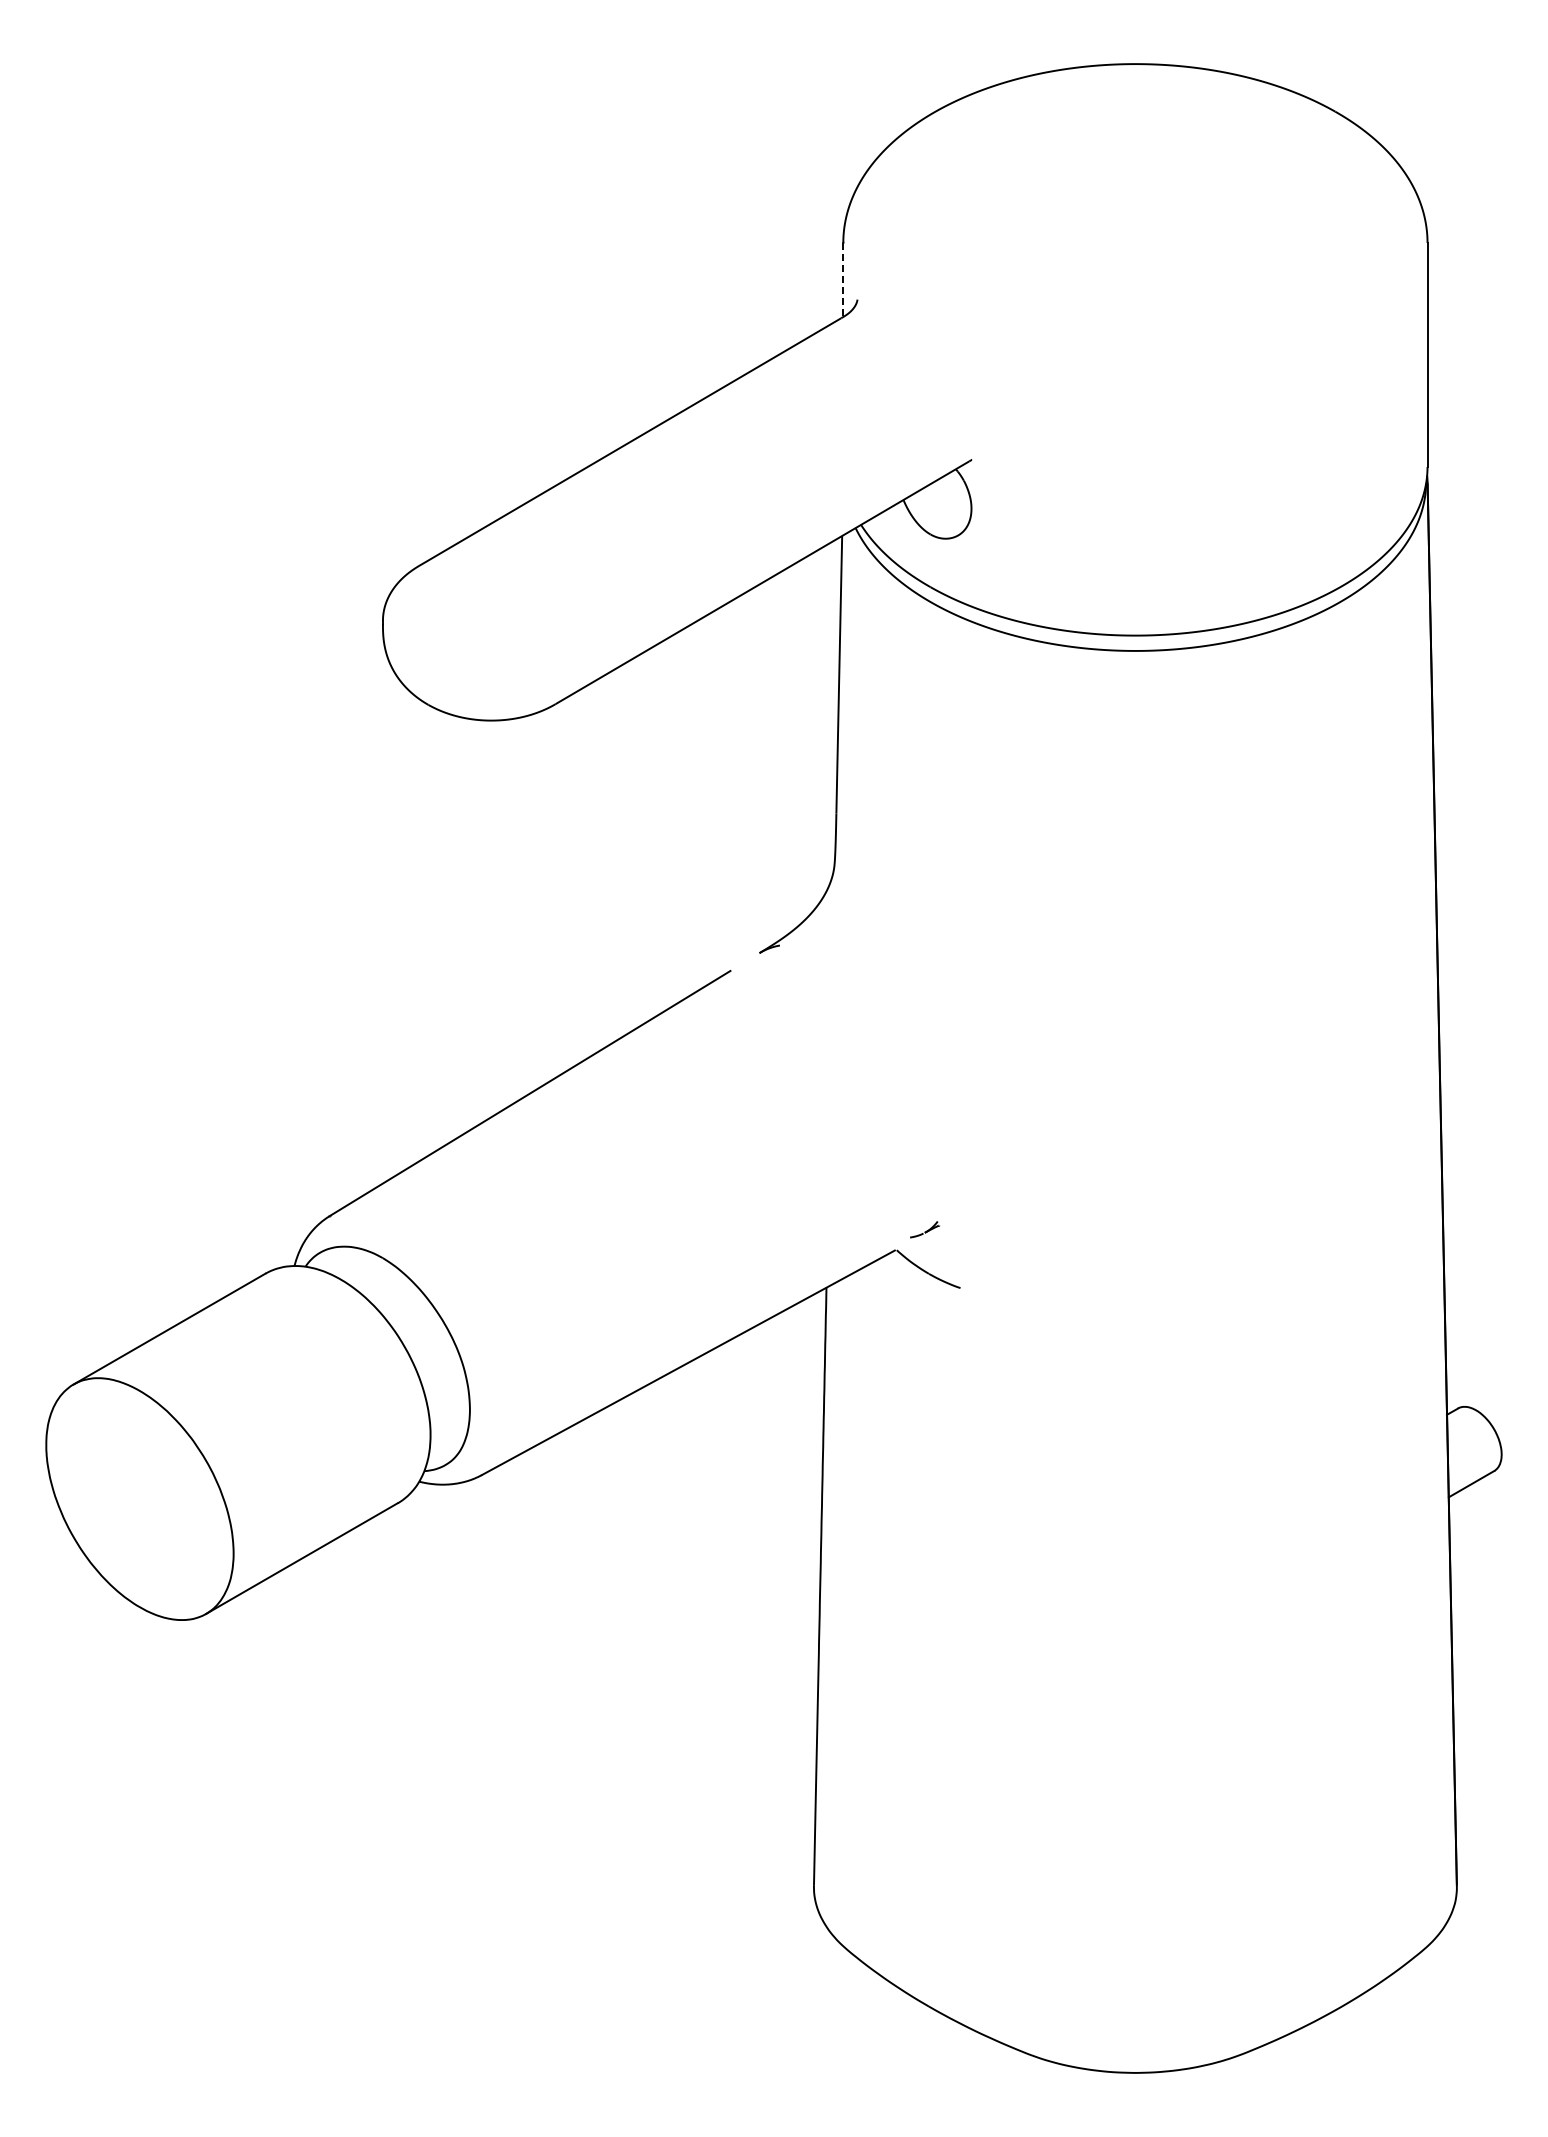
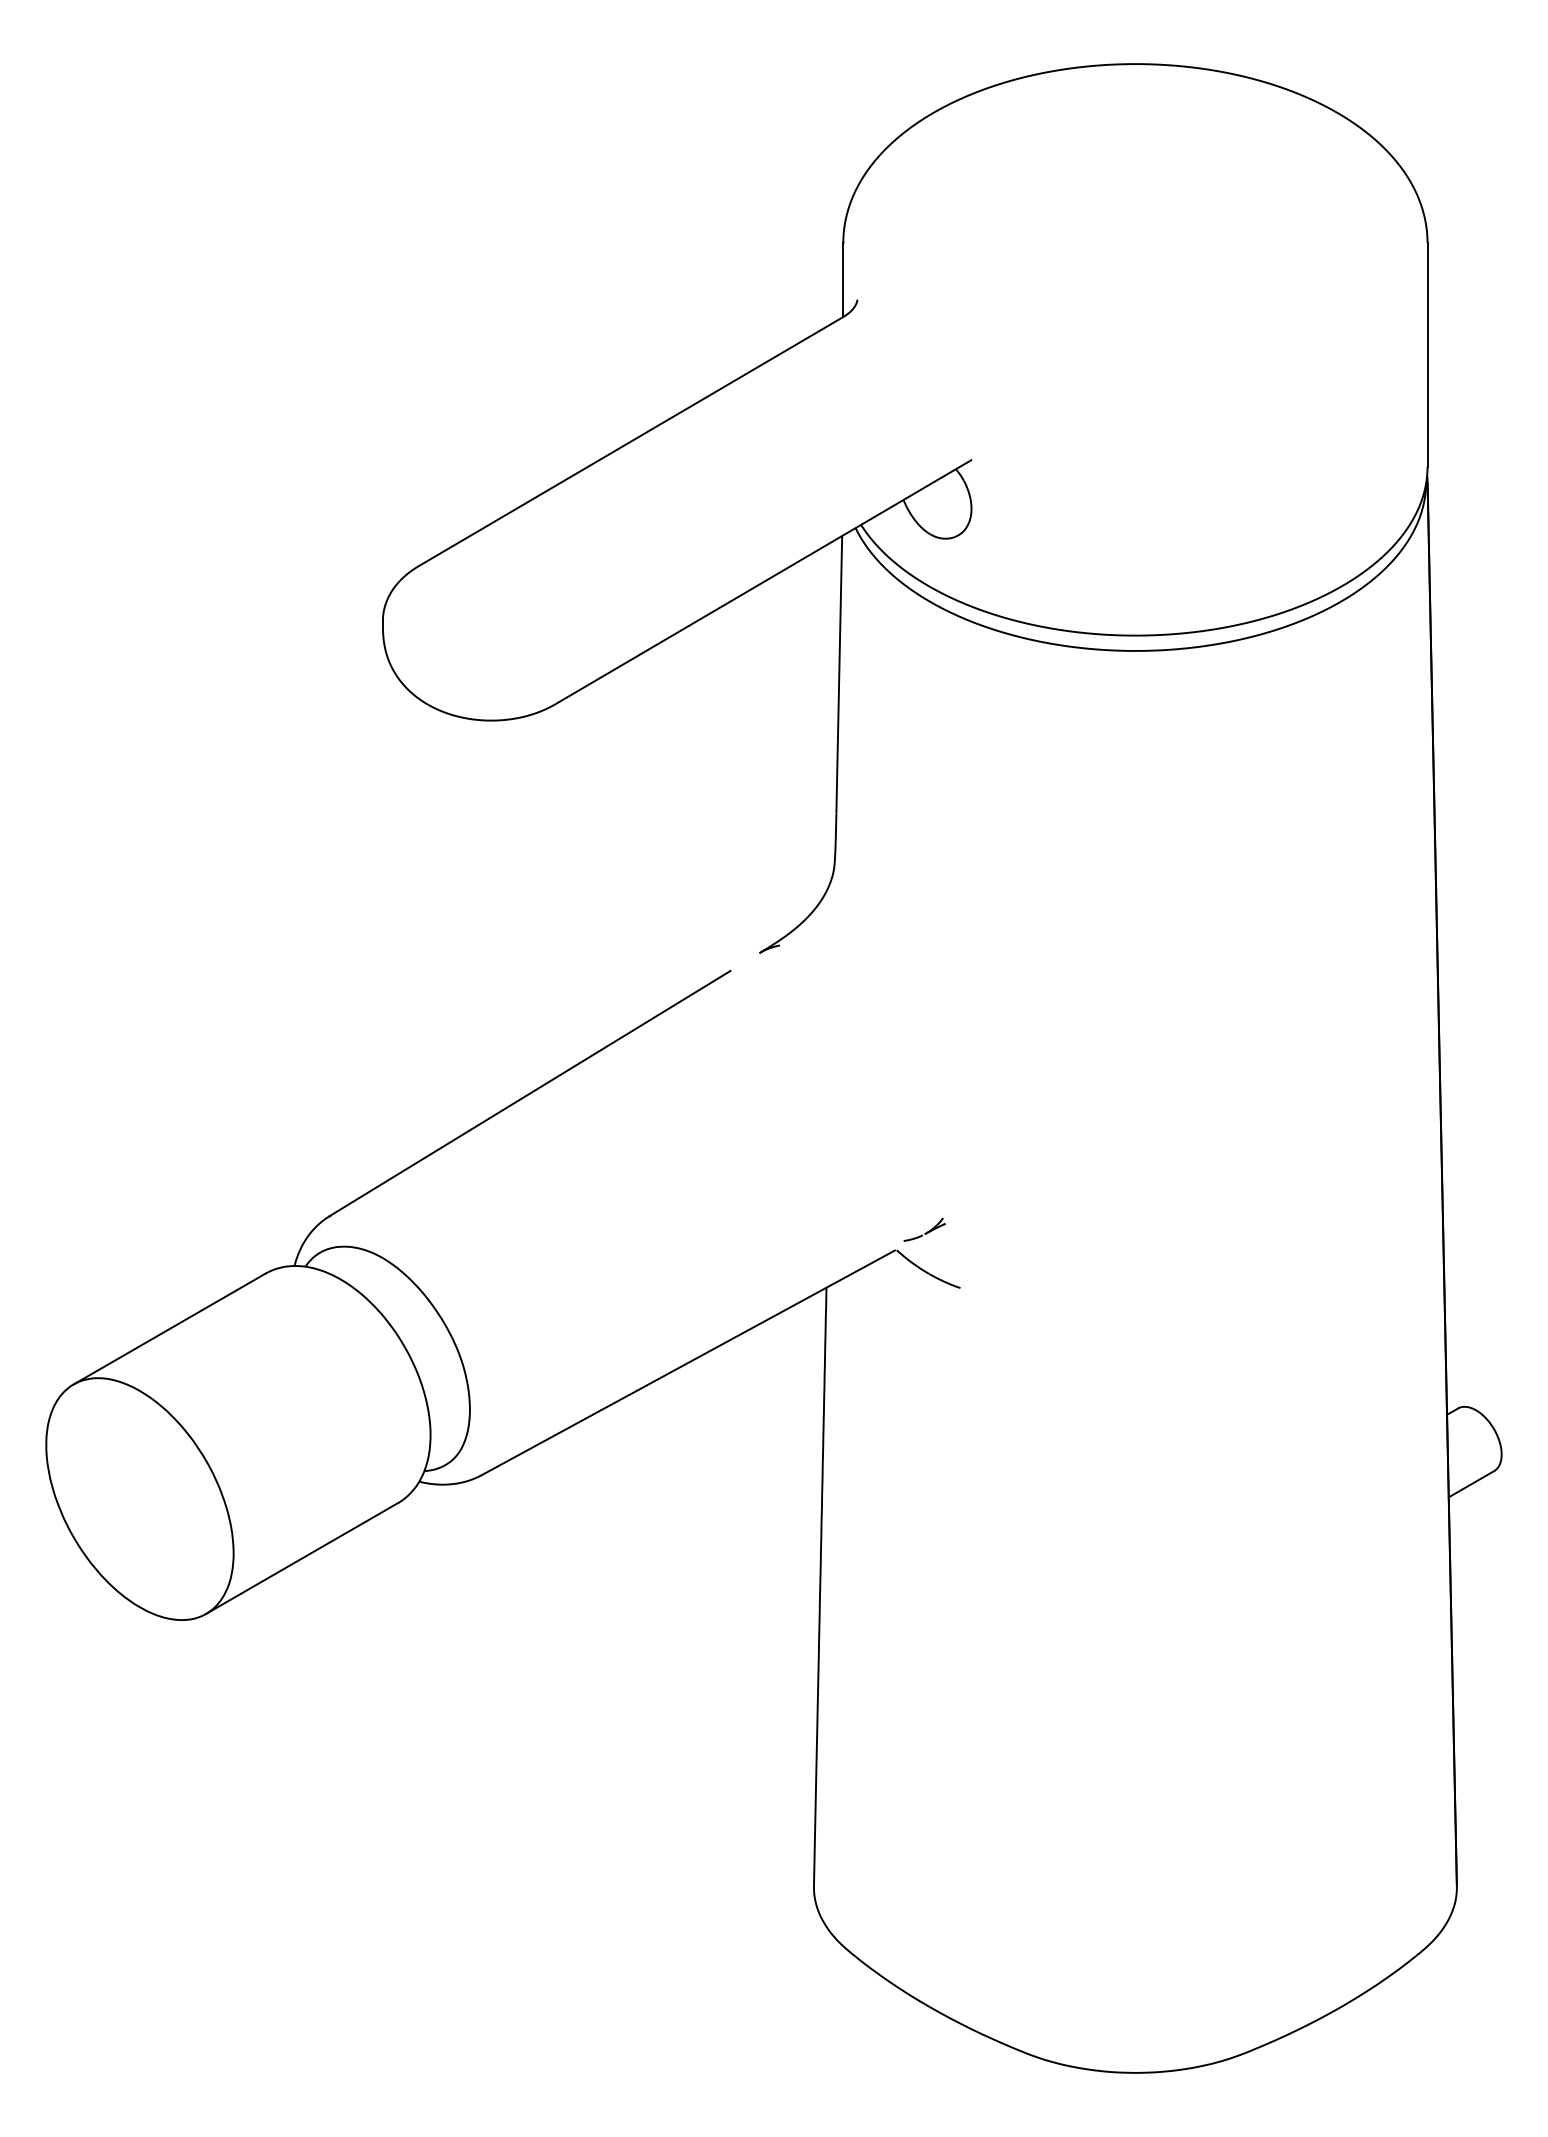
line at (843, 280): dashed -> solid
part at (924, 1229) size: 30x18 px -> 44x25 px
